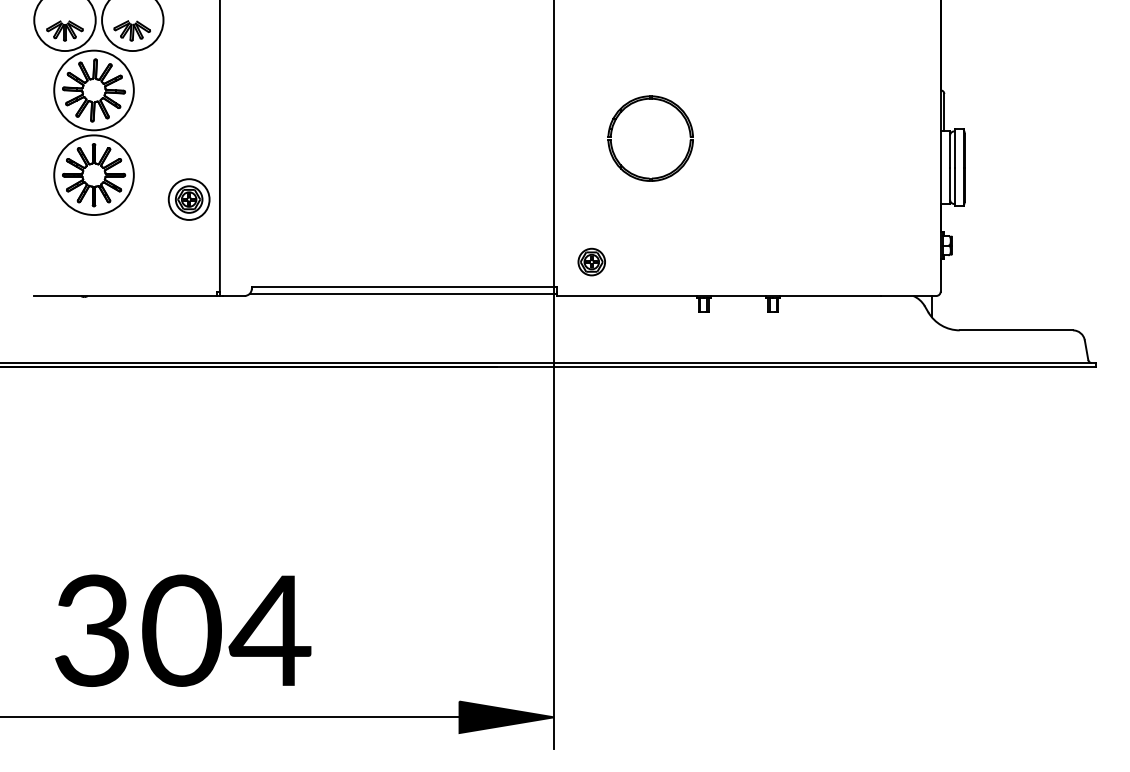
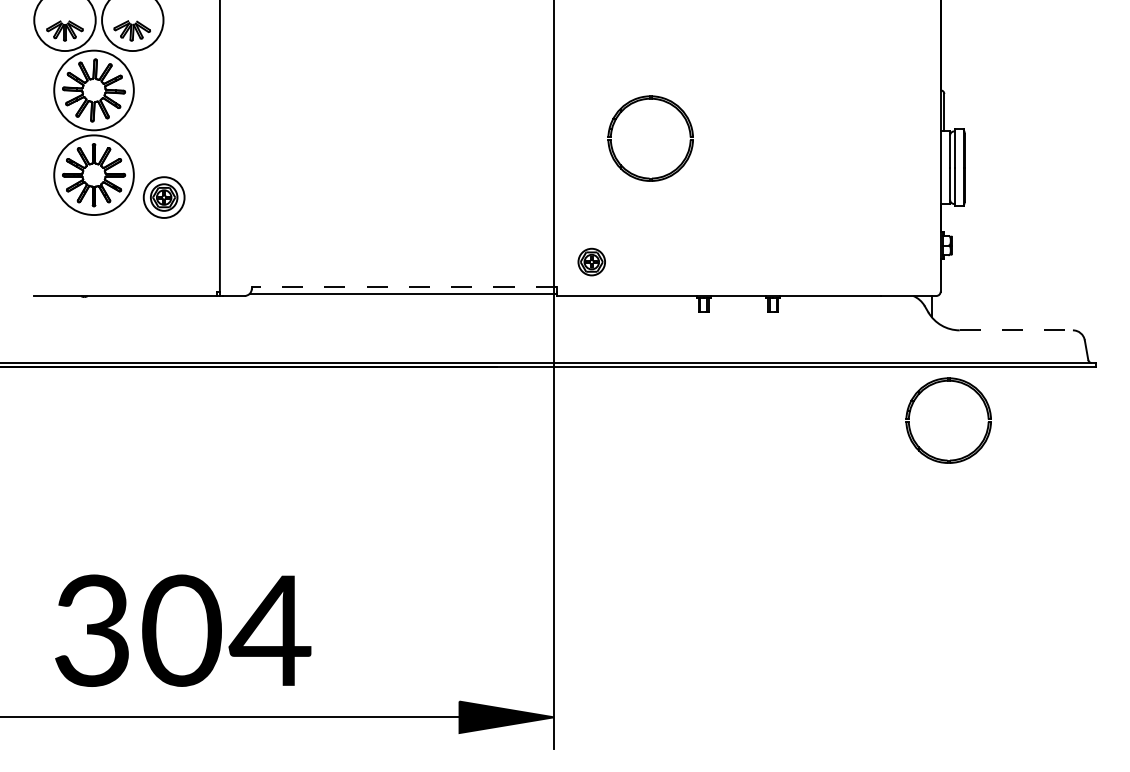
part at (188, 199) position: (188, 199) -> (163, 197)
line at (403, 286): solid -> dashed
line at (1016, 330): solid -> dashed
part at (927, 388): none -> present
